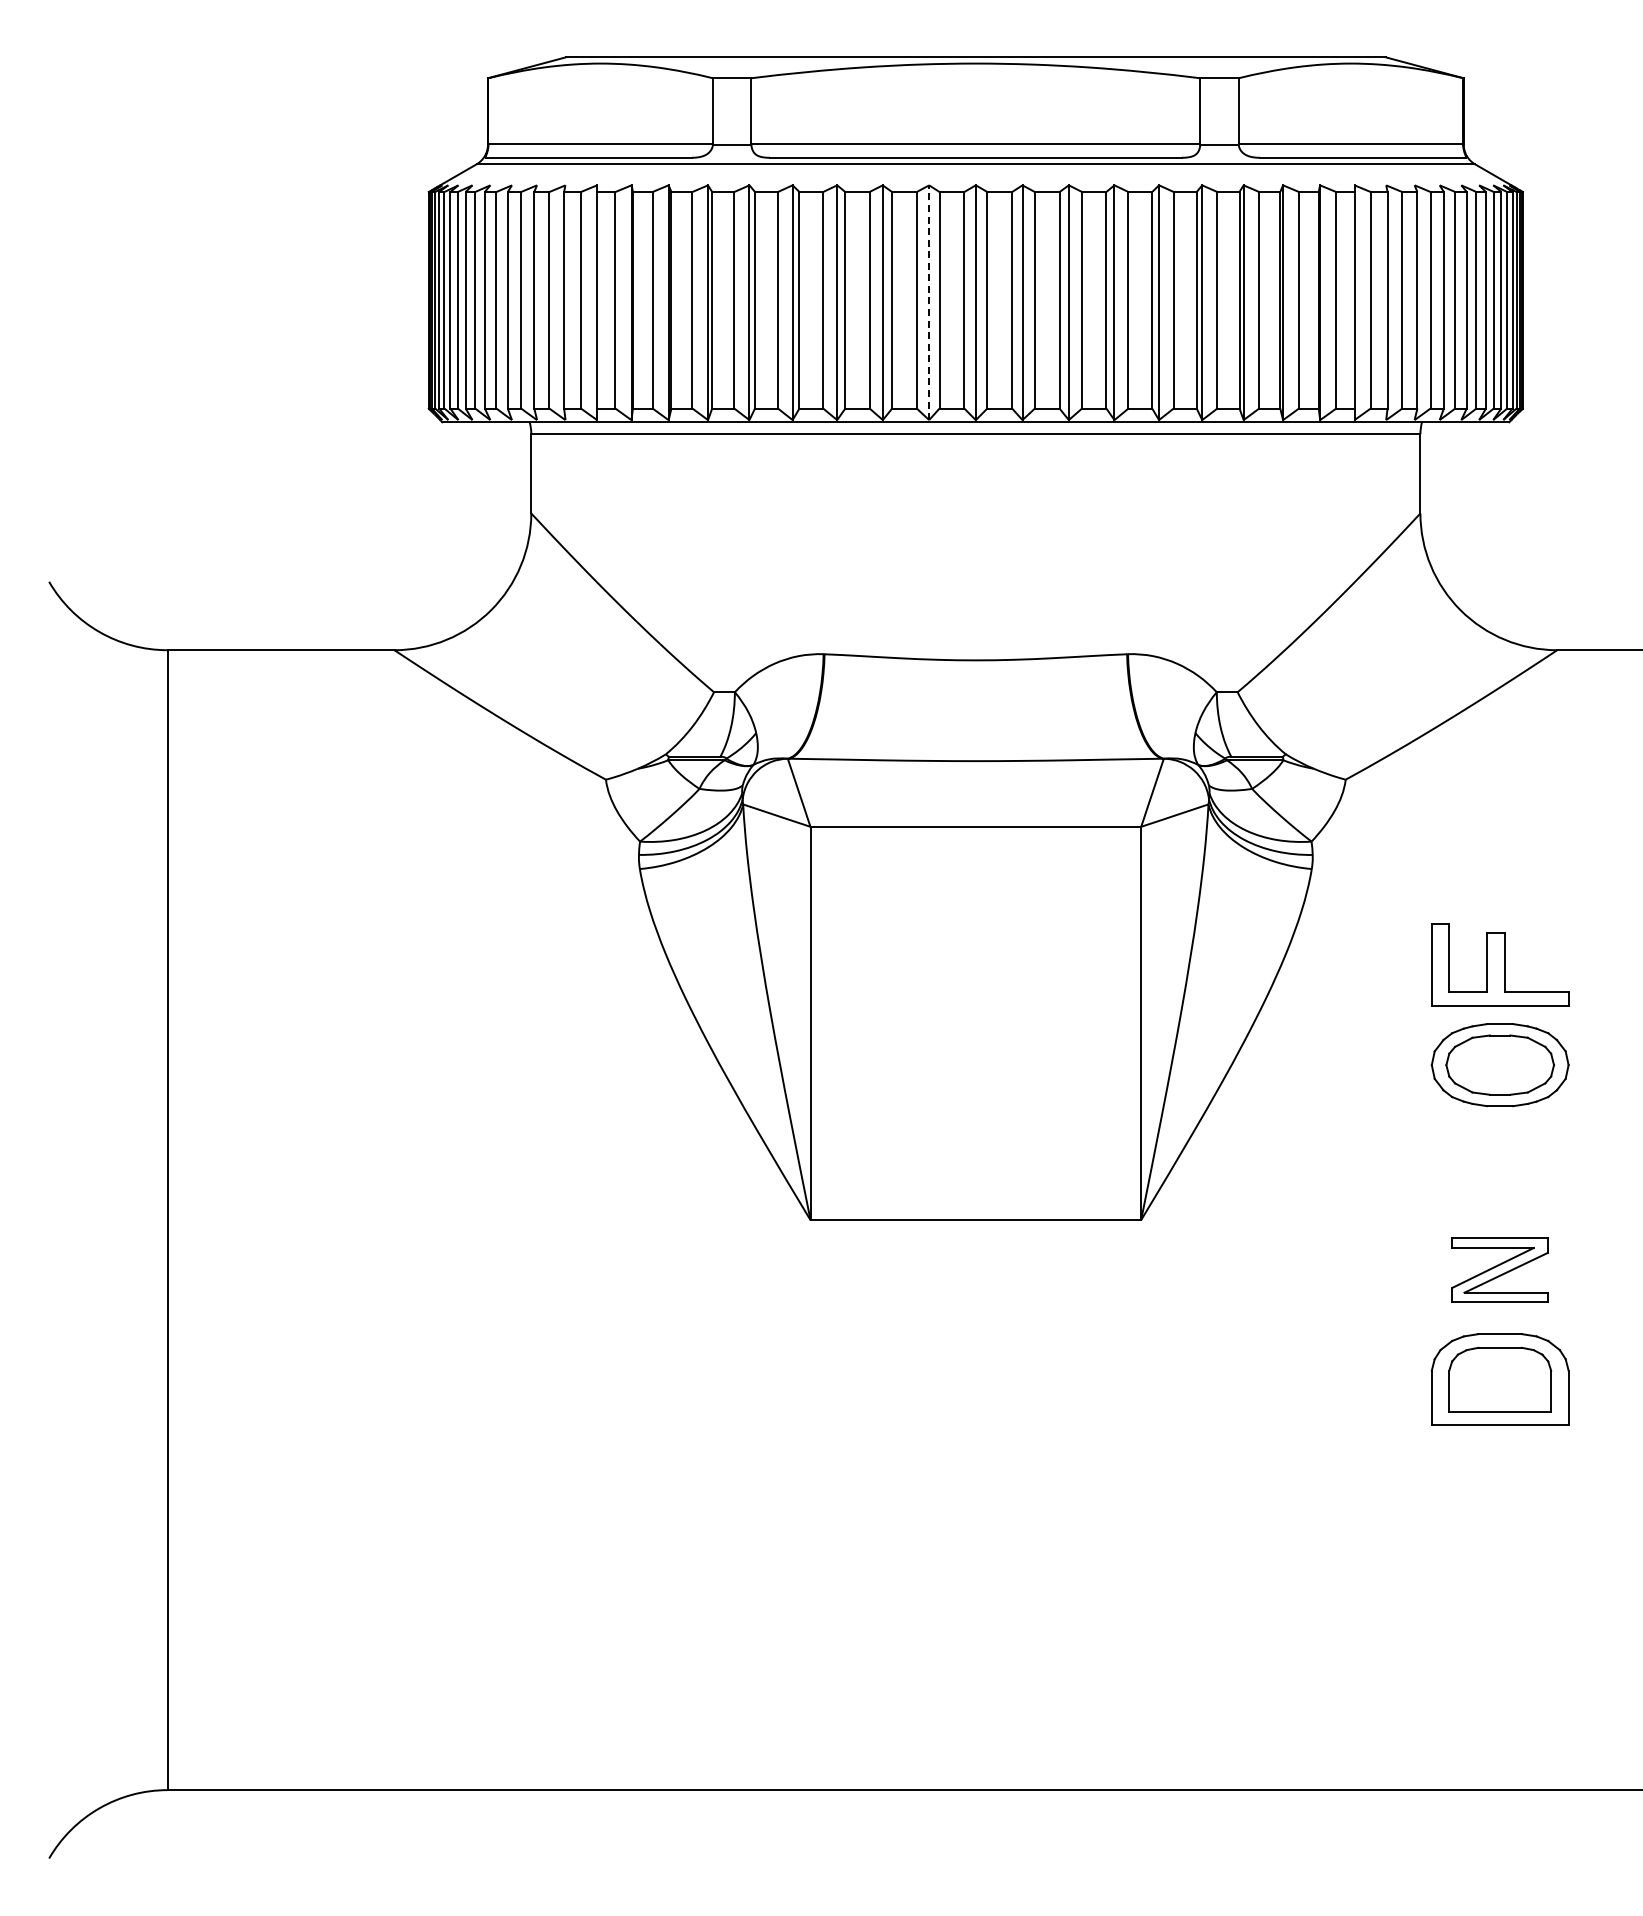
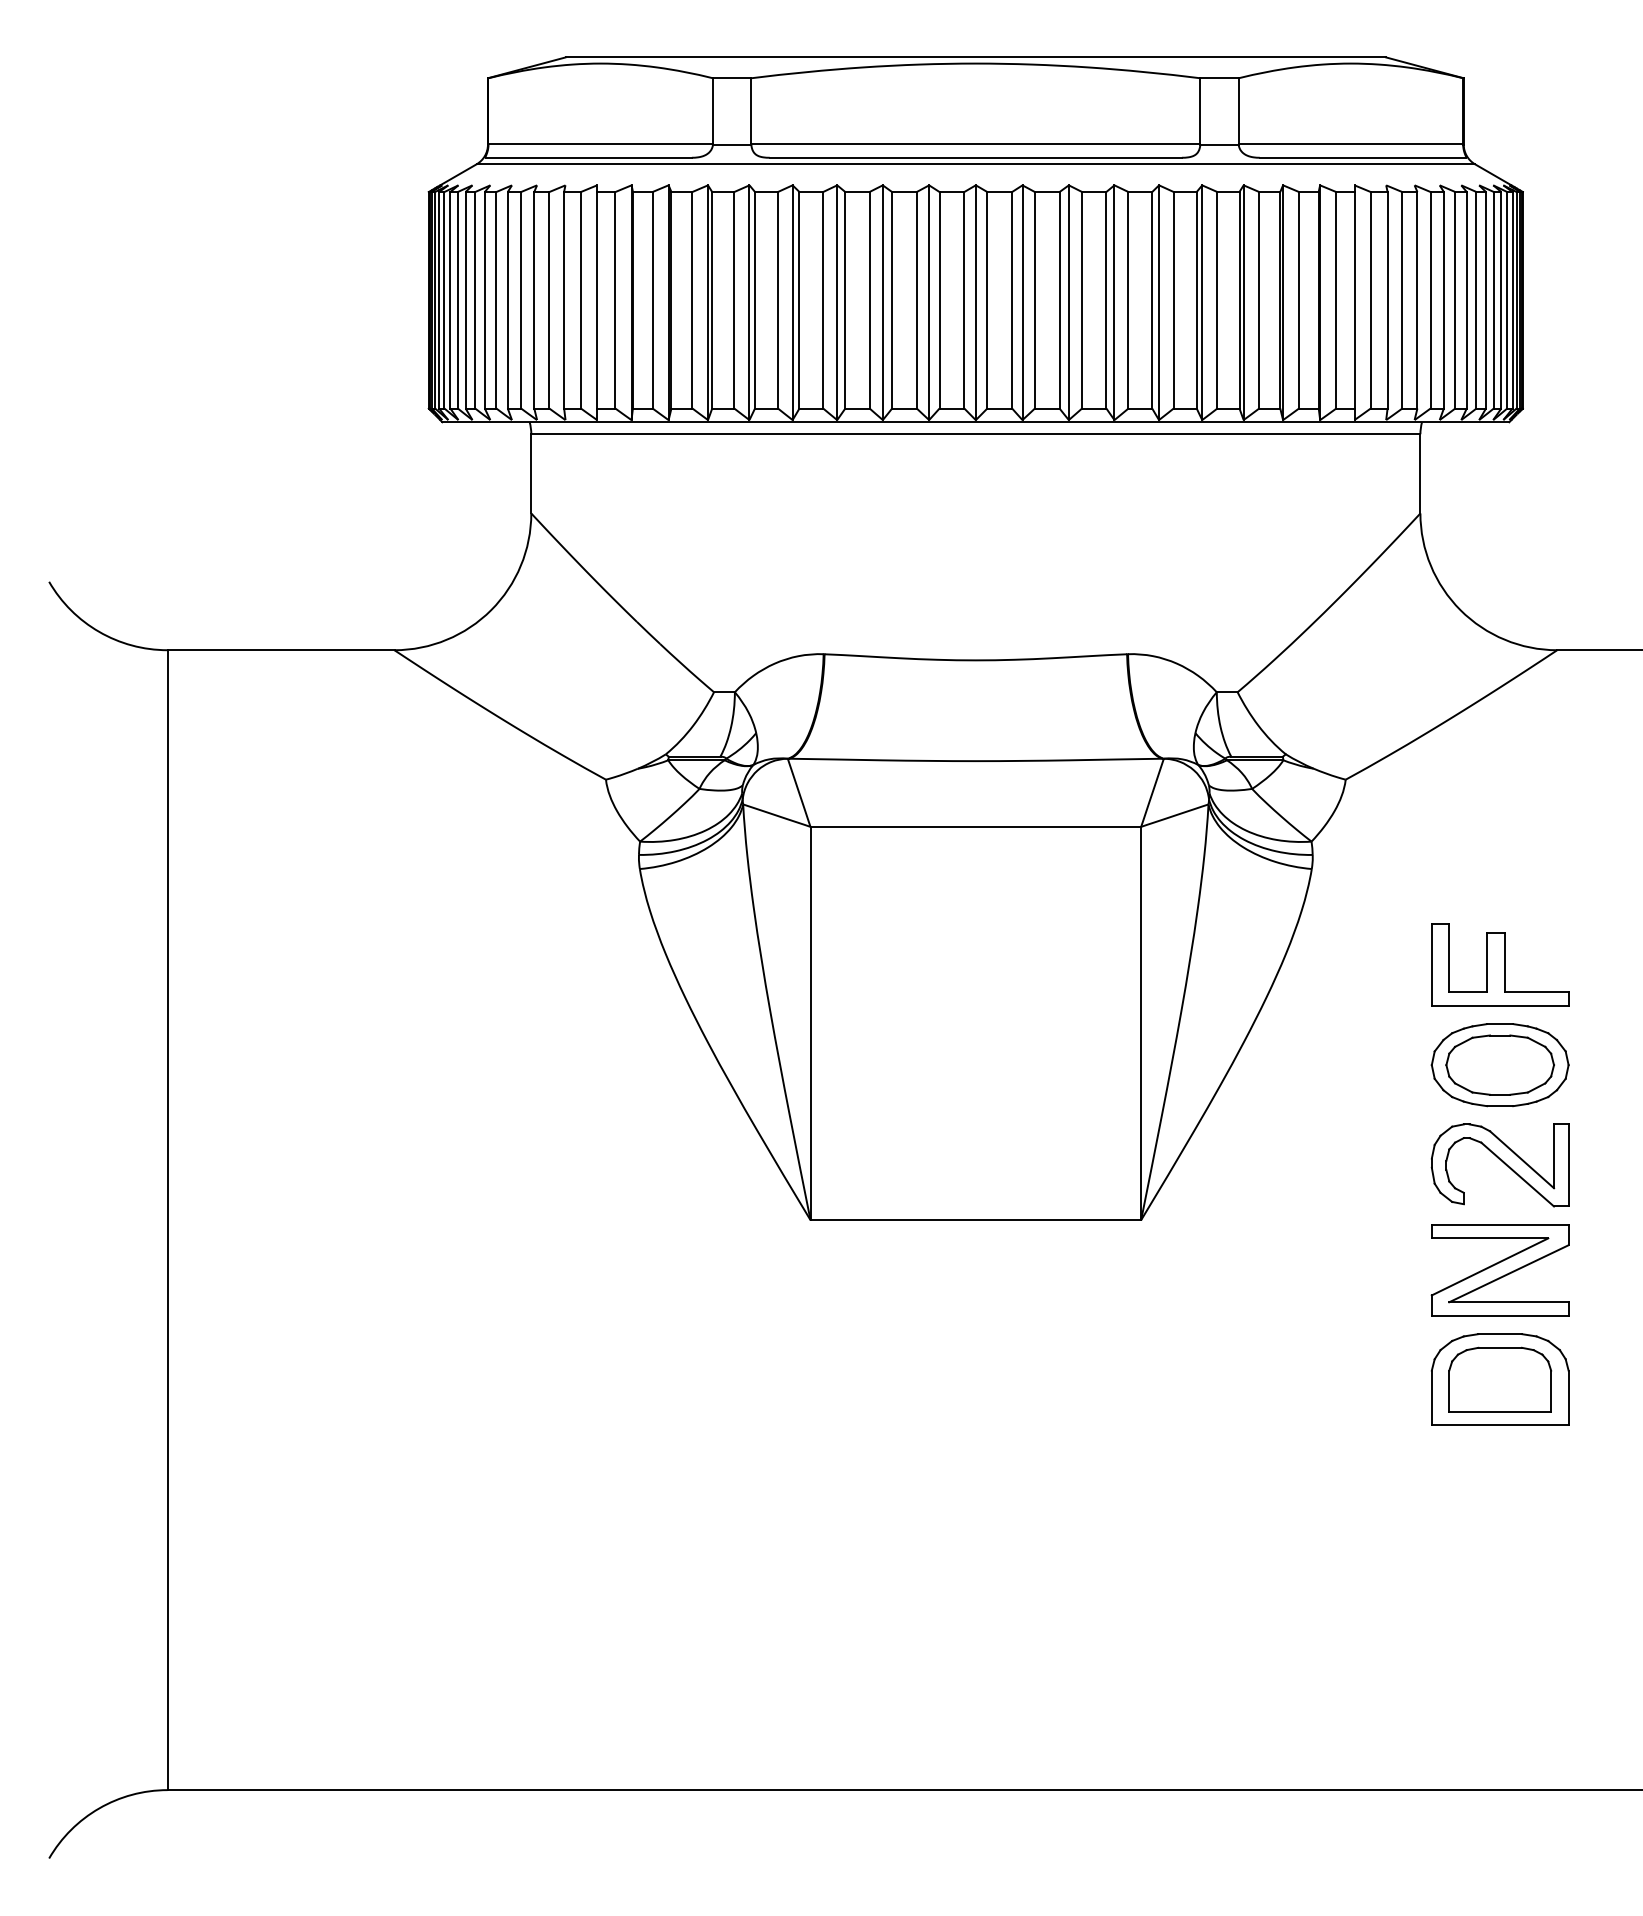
line at (929, 302): dashed -> solid
part at (1499, 1165): none -> present
part at (1499, 1269) size: 98x66 px -> 140x93 px
